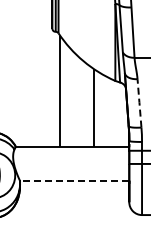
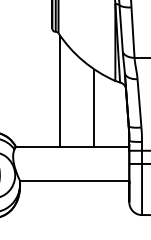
line at (139, 102): dashed -> solid
line at (74, 180): dashed -> solid
